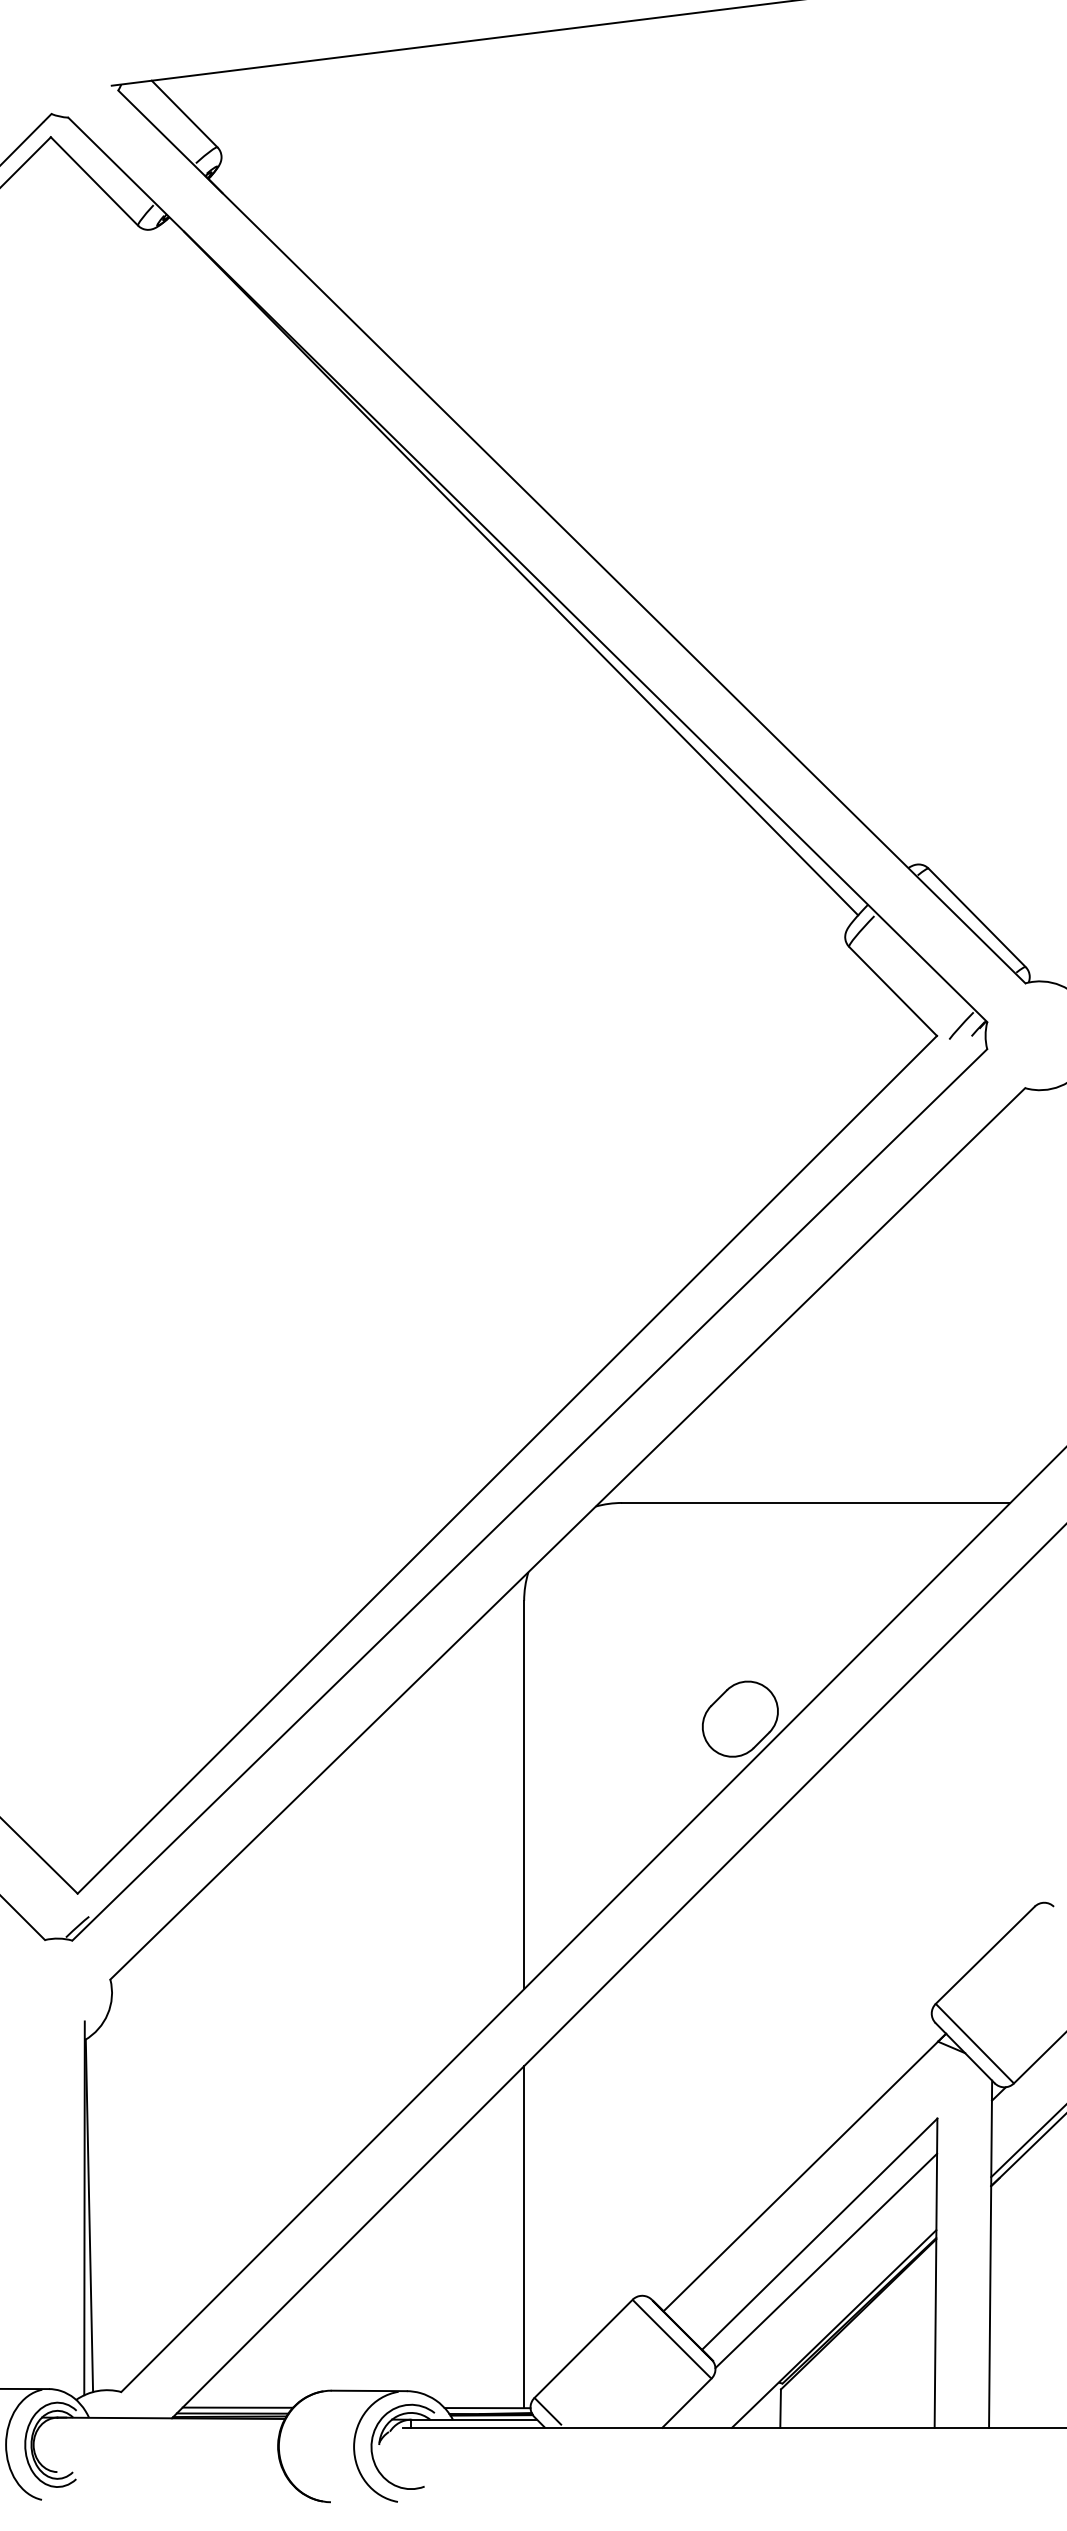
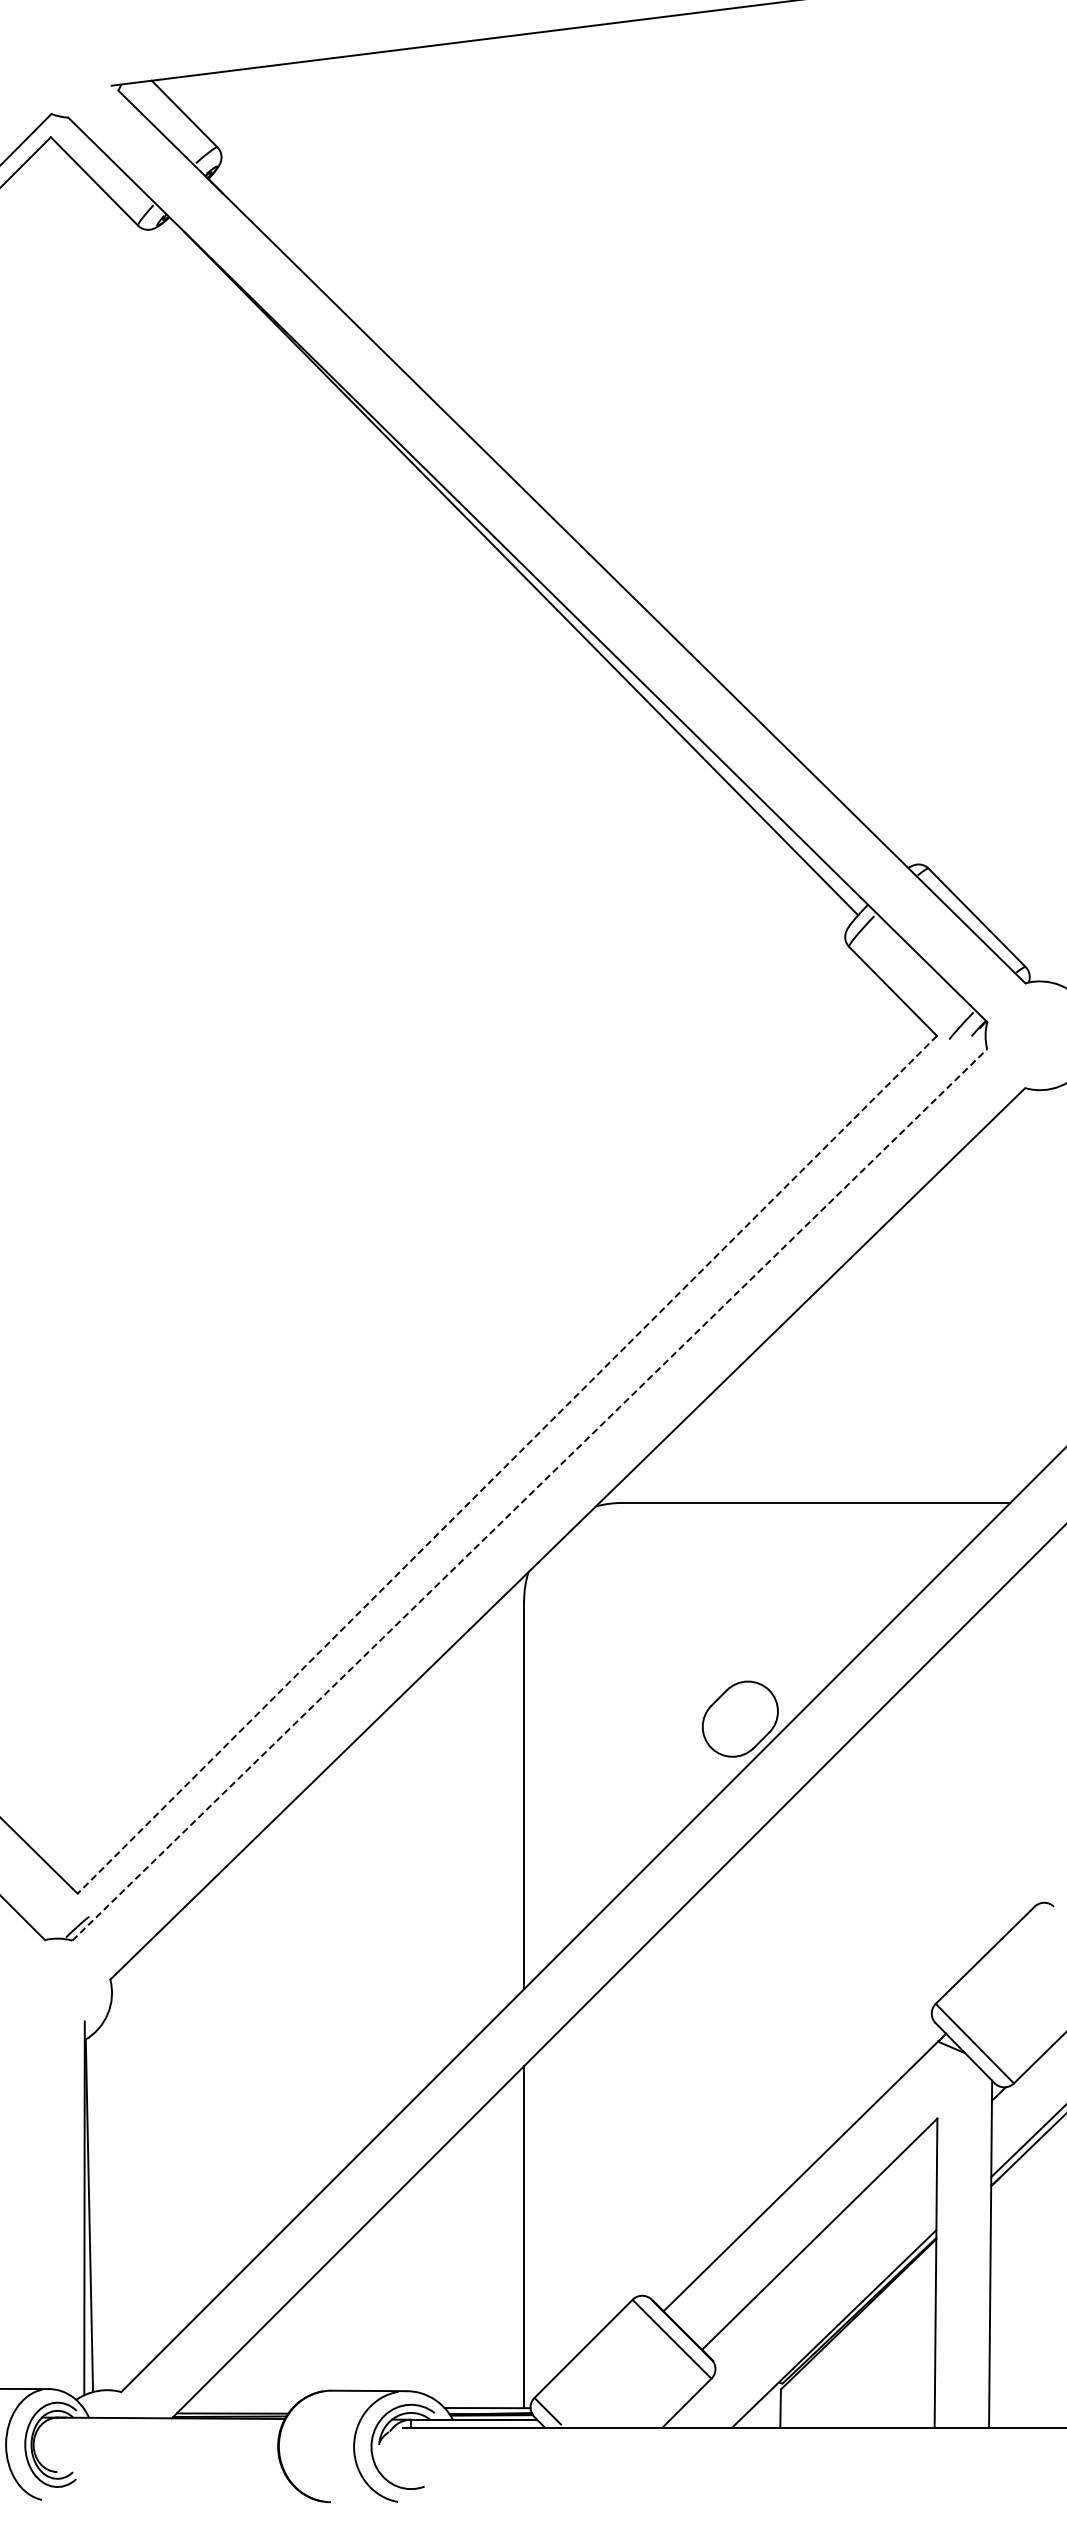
line at (506, 1465): solid -> dashed
line at (529, 1494): solid -> dashed
line at (826, 2260): present -> none
line at (237, 2407): present -> none
